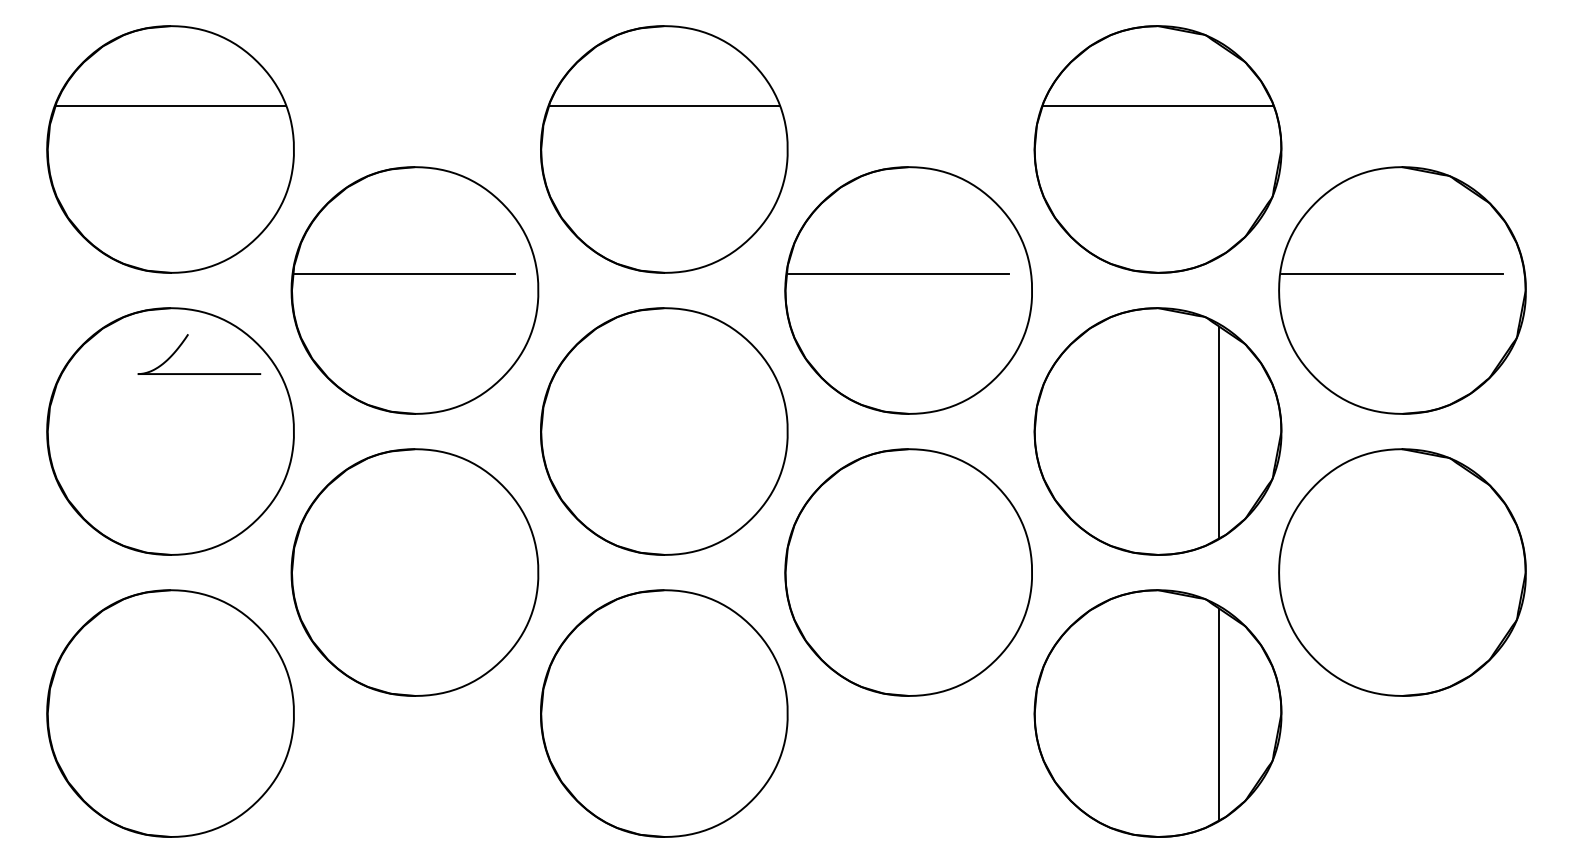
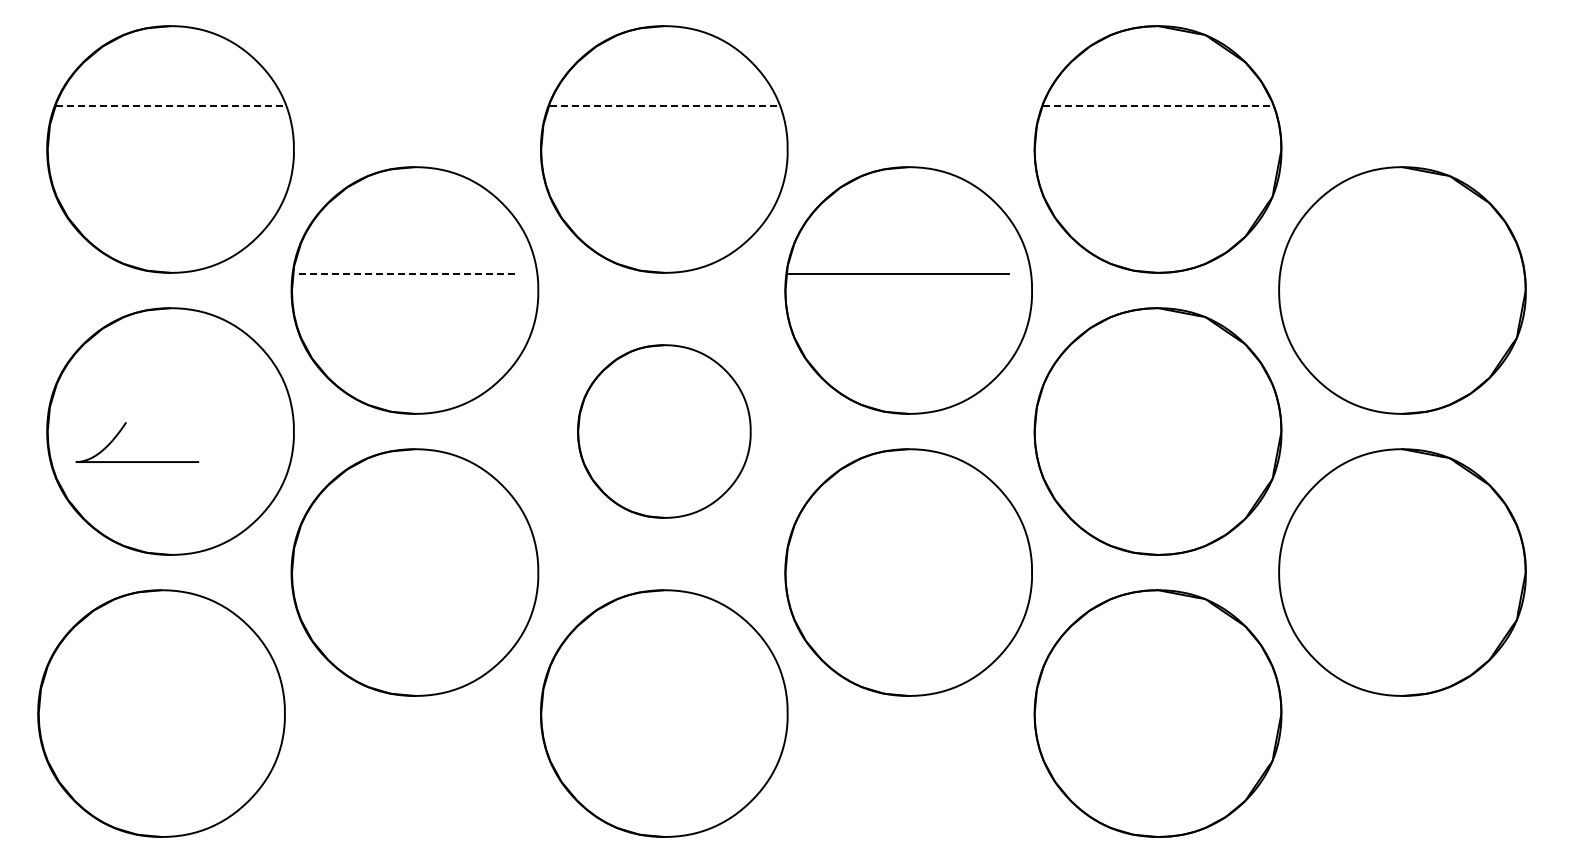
line at (171, 106): solid -> dashed
line at (664, 106): solid -> dashed
line at (1158, 106): solid -> dashed
line at (405, 273): solid -> dashed
line at (1392, 273): present -> none
part at (199, 373) position: (199, 373) -> (137, 461)
part at (664, 431) size: 249x249 px -> 175x175 px
line at (1218, 431): present -> none
part at (170, 713) position: (170, 713) -> (161, 713)
line at (1218, 713): present -> none
